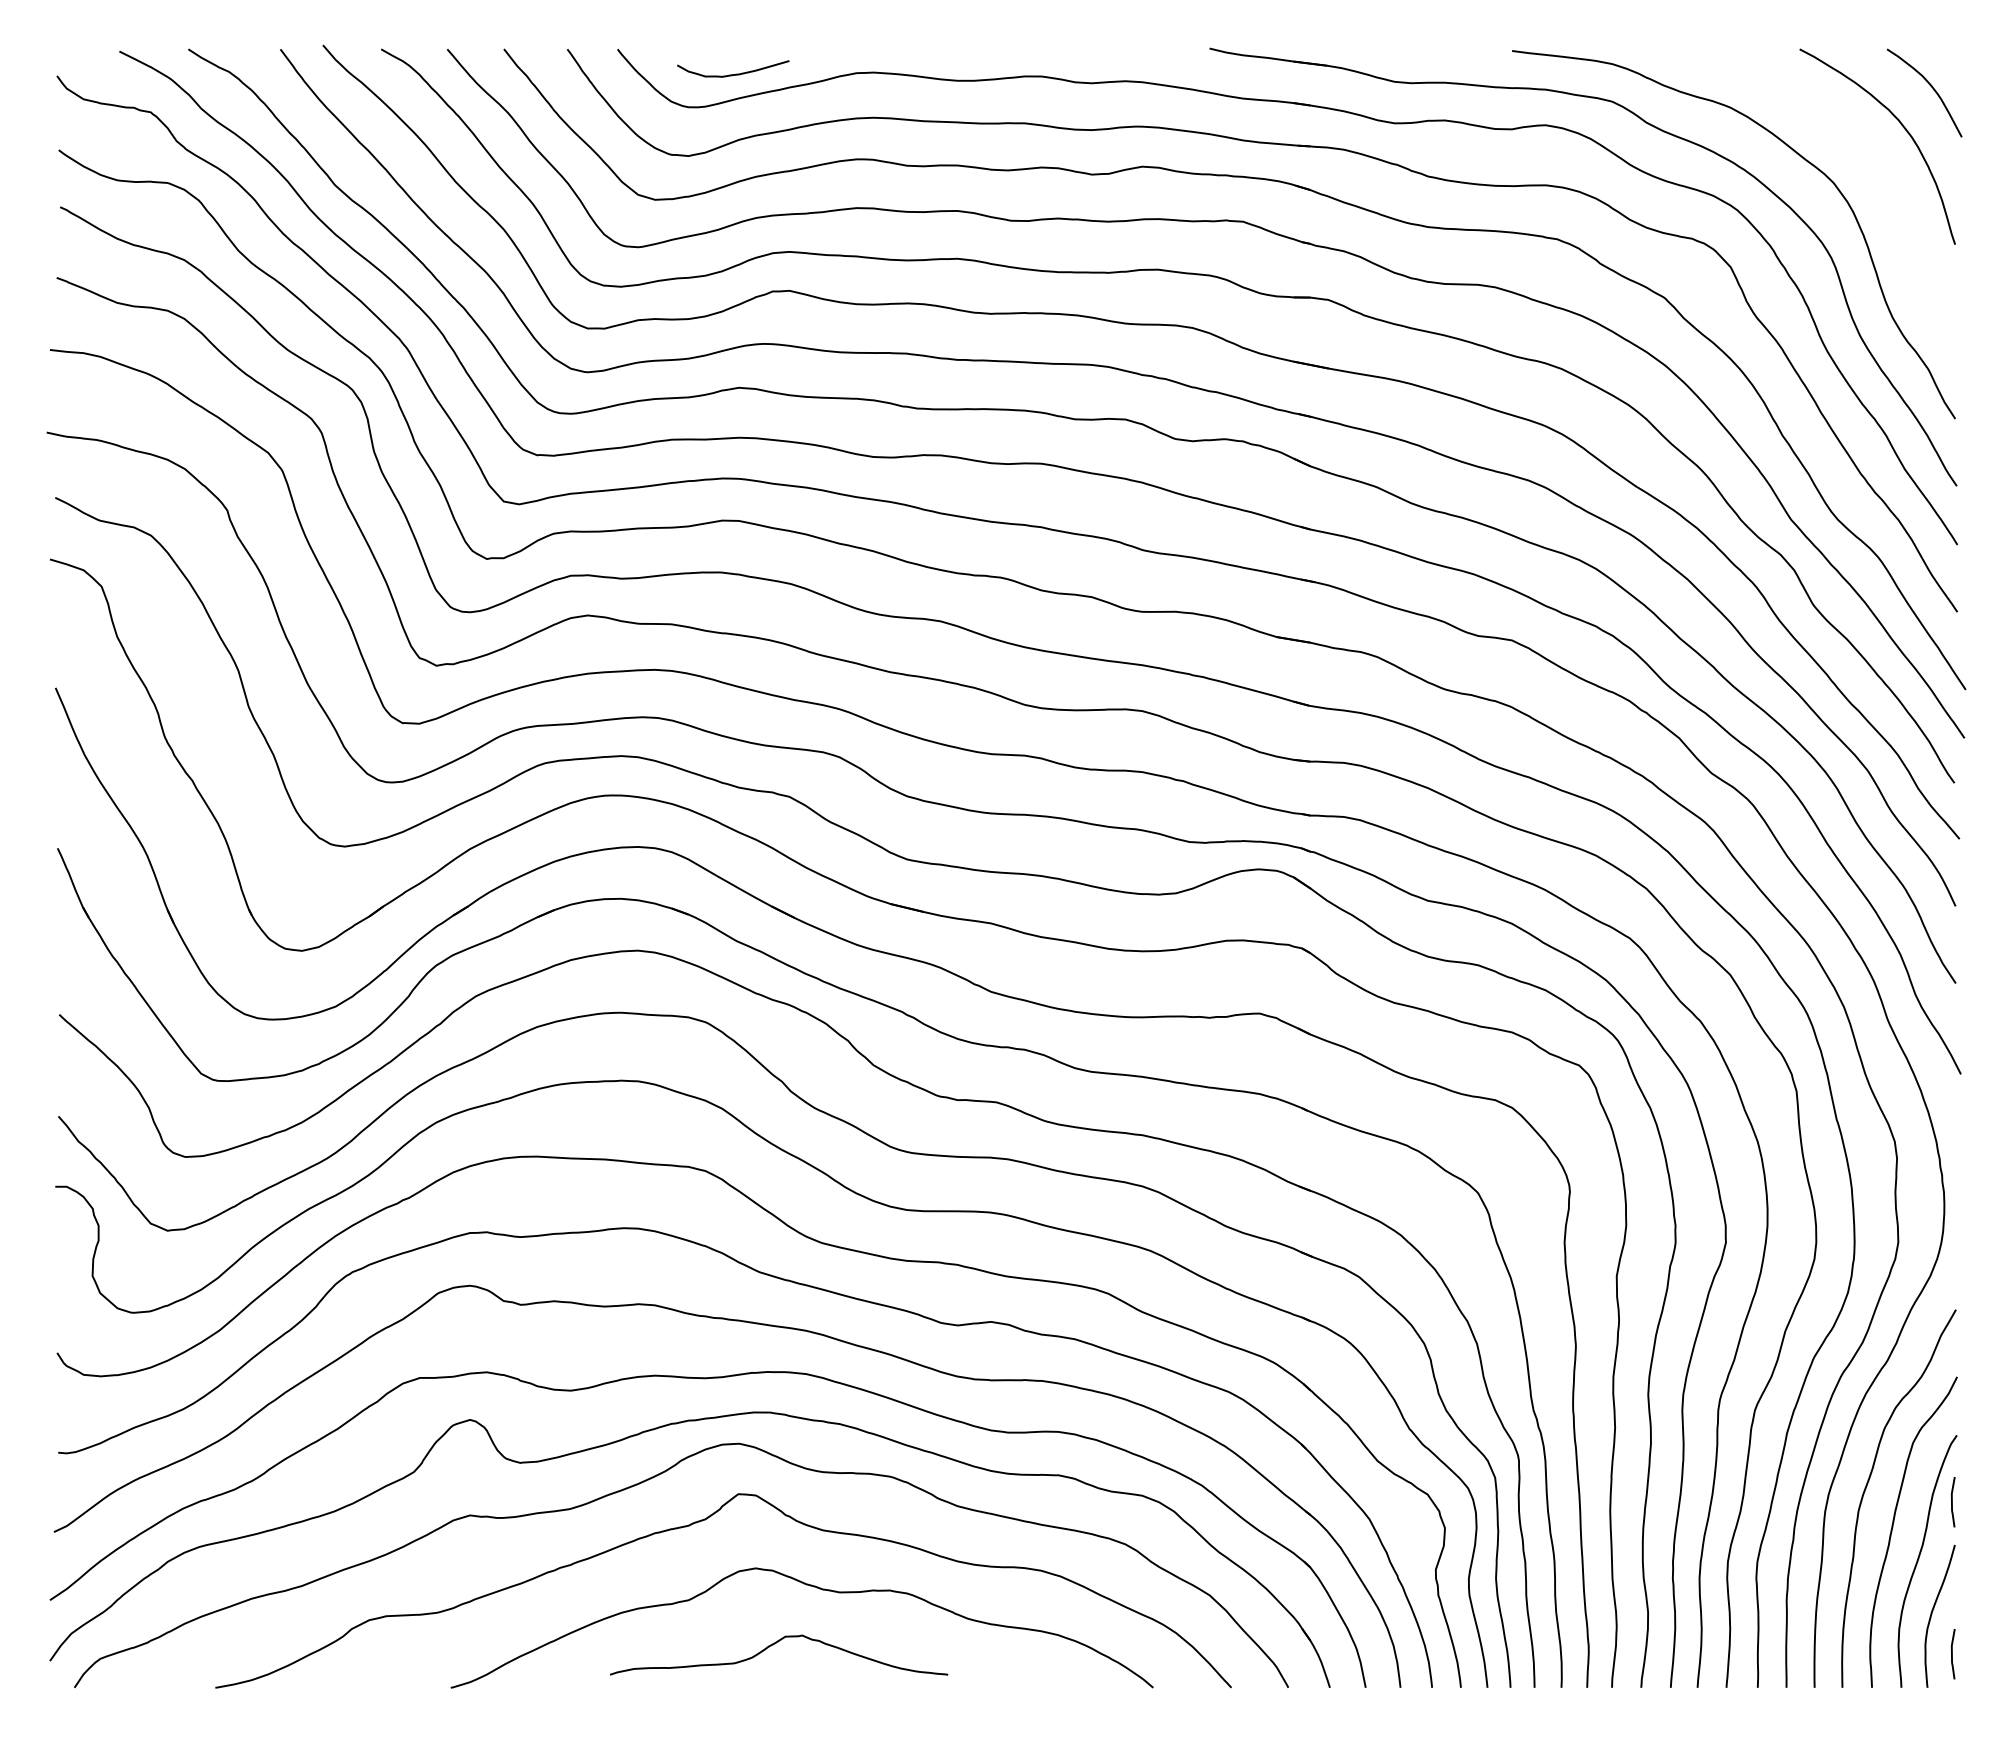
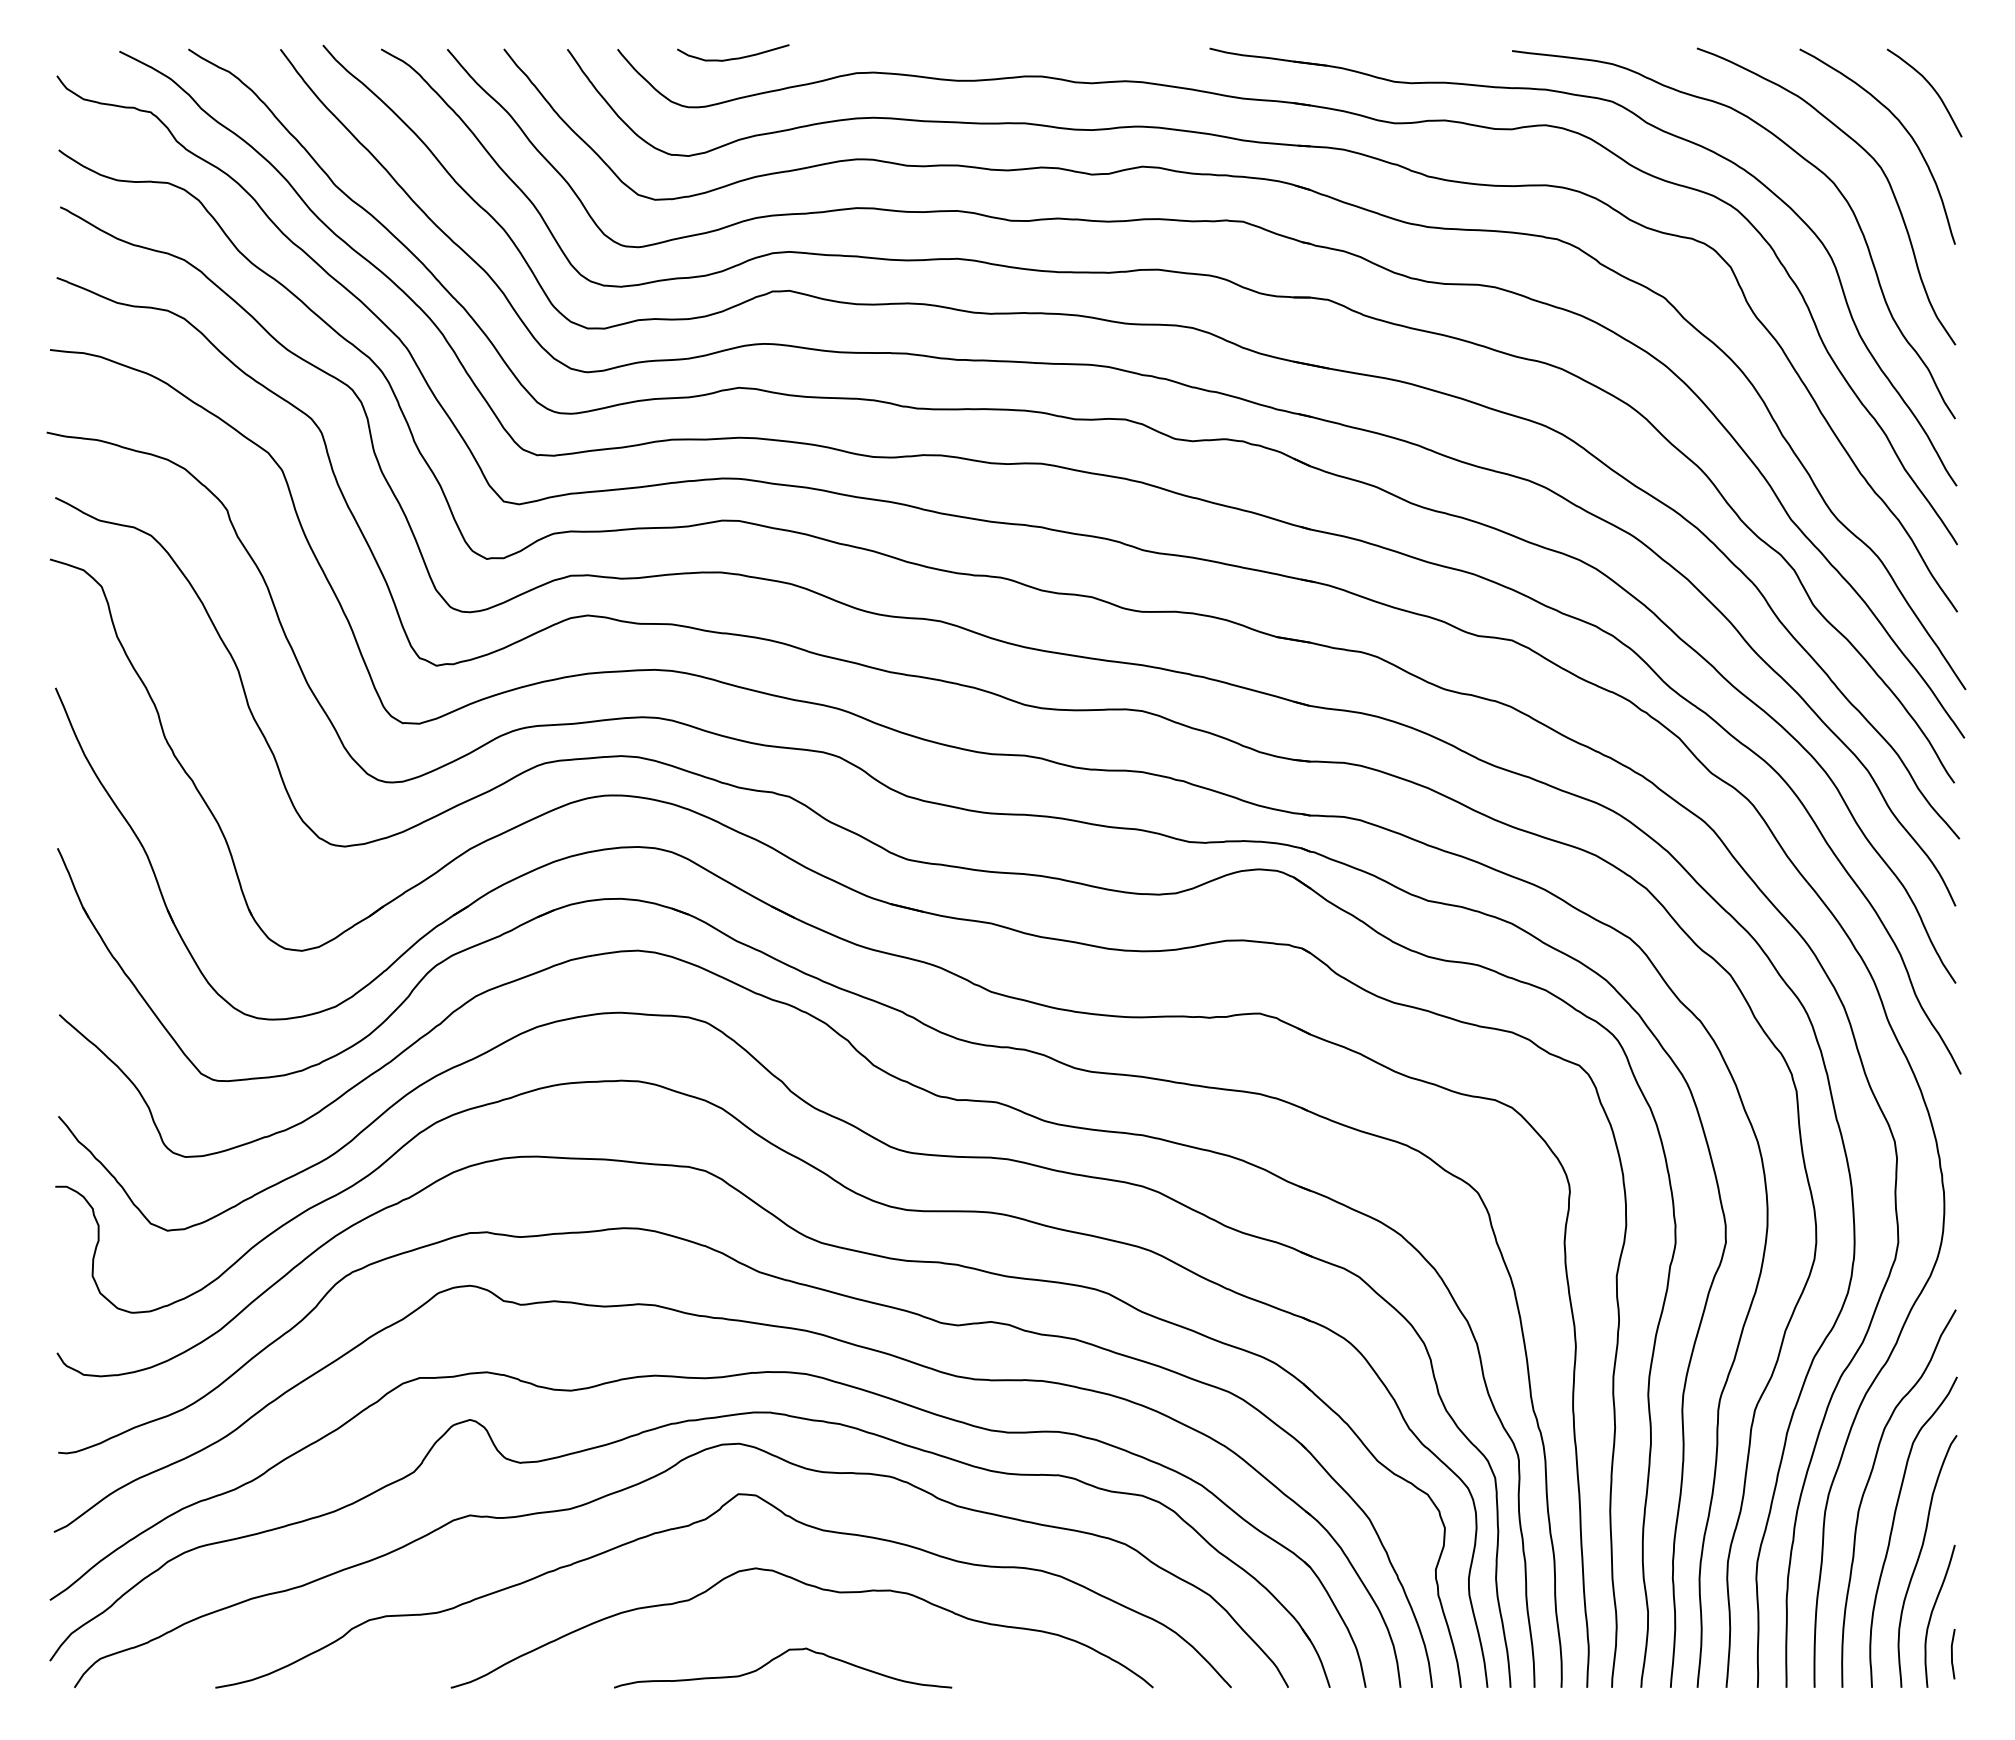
curve at (735, 73) position: (735, 73) -> (735, 57)
curve at (1867, 154): none -> present
line at (1952, 1502): present -> none
curve at (773, 1645) position: (773, 1645) -> (777, 1658)
